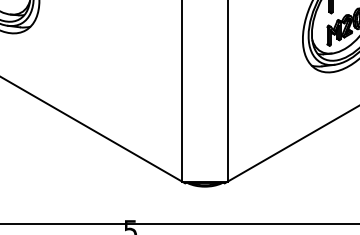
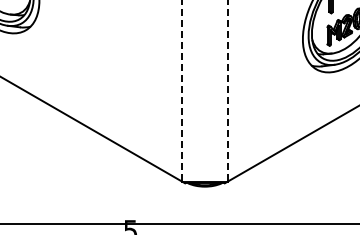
line at (182, 91): solid -> dashed
line at (227, 91): solid -> dashed
